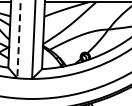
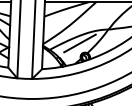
line at (19, 39): dashed -> solid
line at (79, 43): none -> present
